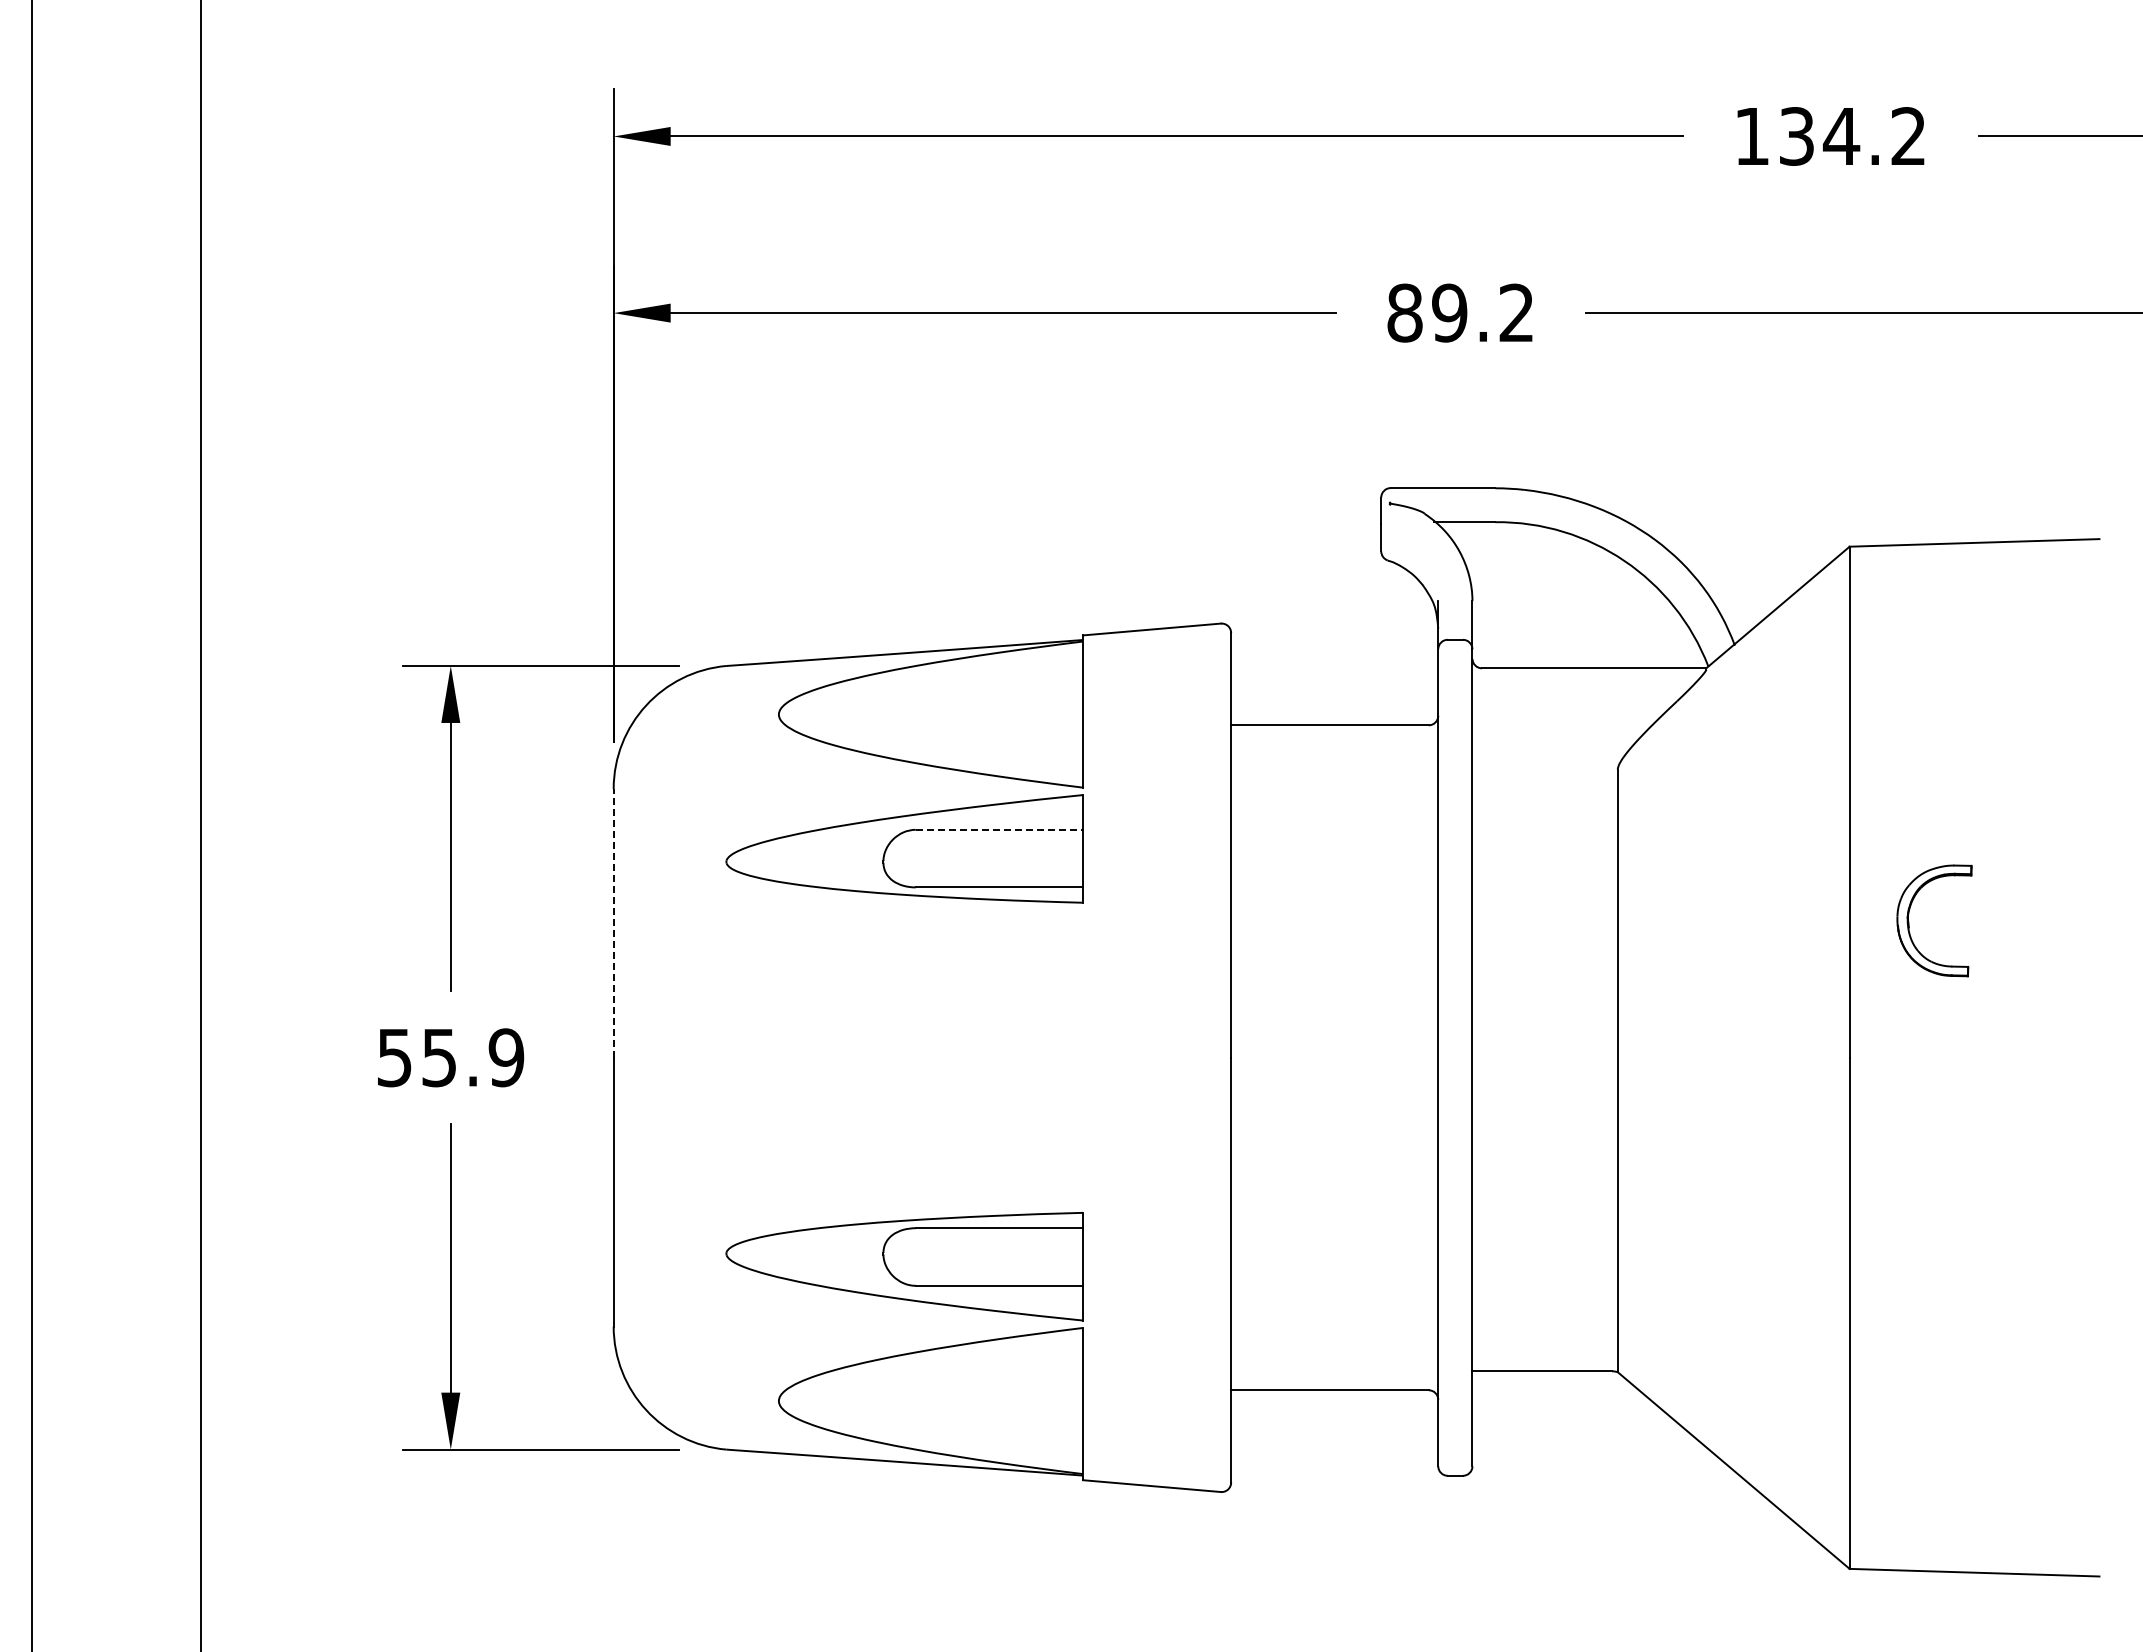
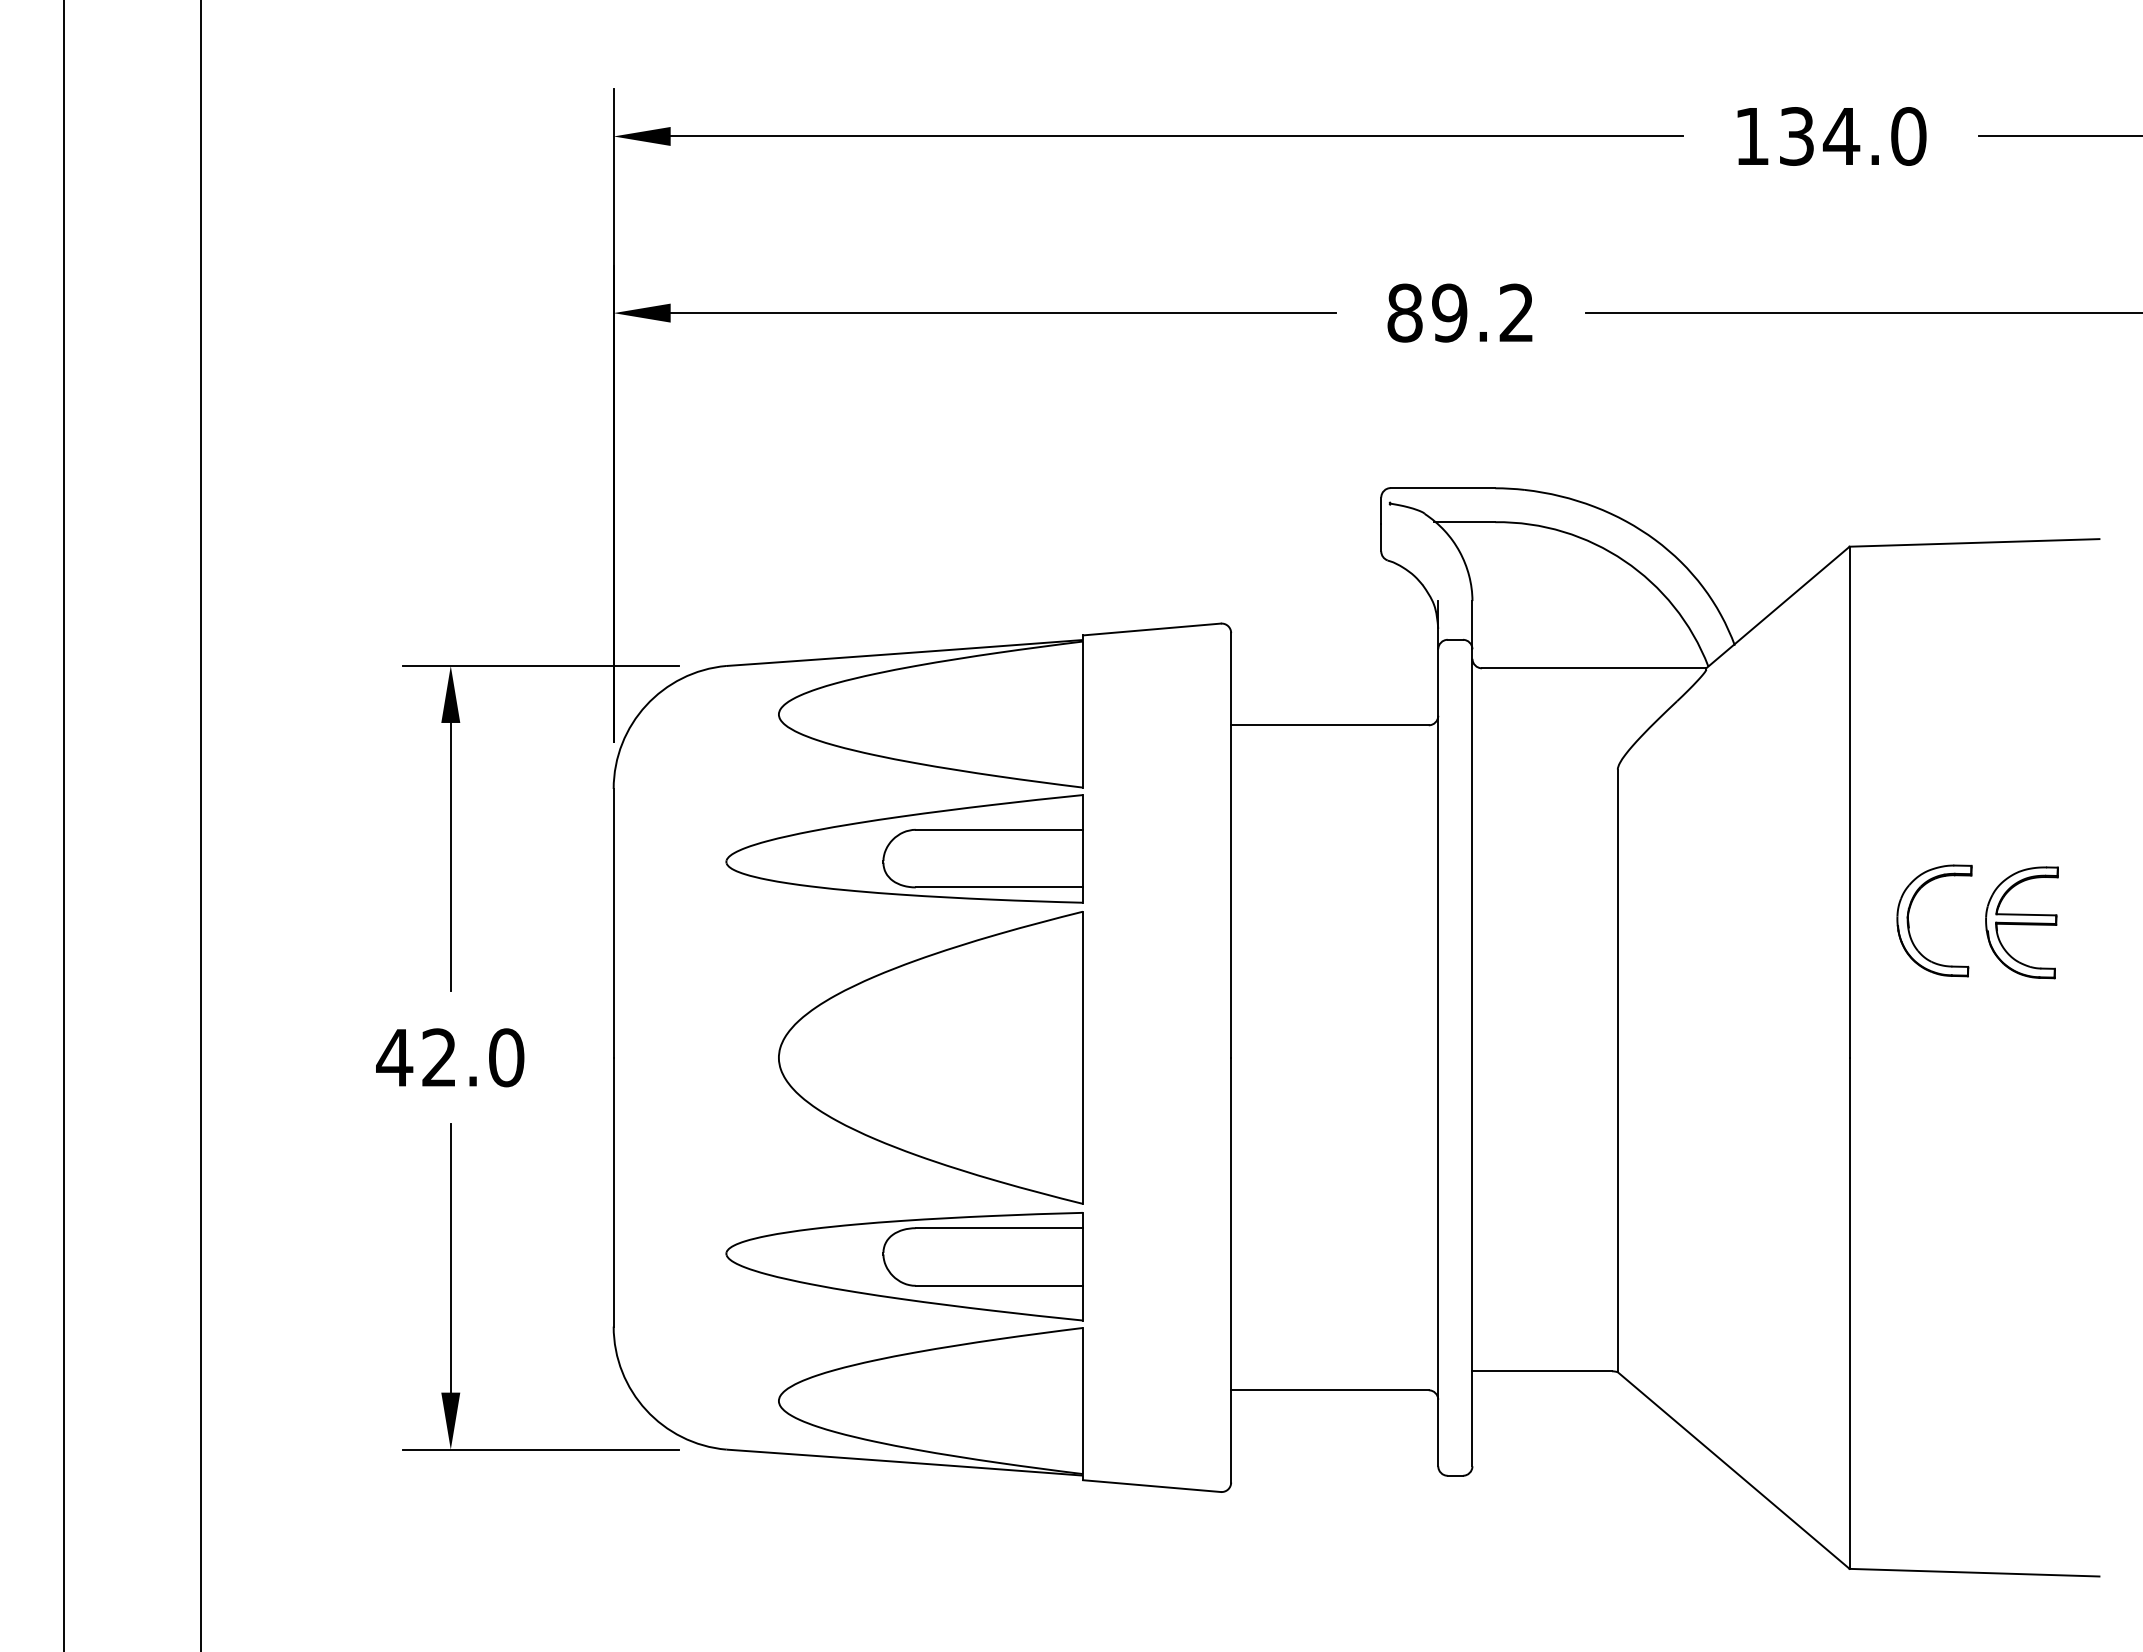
text at (1908, 136): 134.2 -> 134.0
line at (32, 825) position: (32, 825) -> (64, 825)
line at (999, 829): dashed -> solid
line at (613, 922): dashed -> solid
part at (2021, 922): none -> present
text at (450, 1057): 55.9 -> 42.0
part at (930, 1057): none -> present
